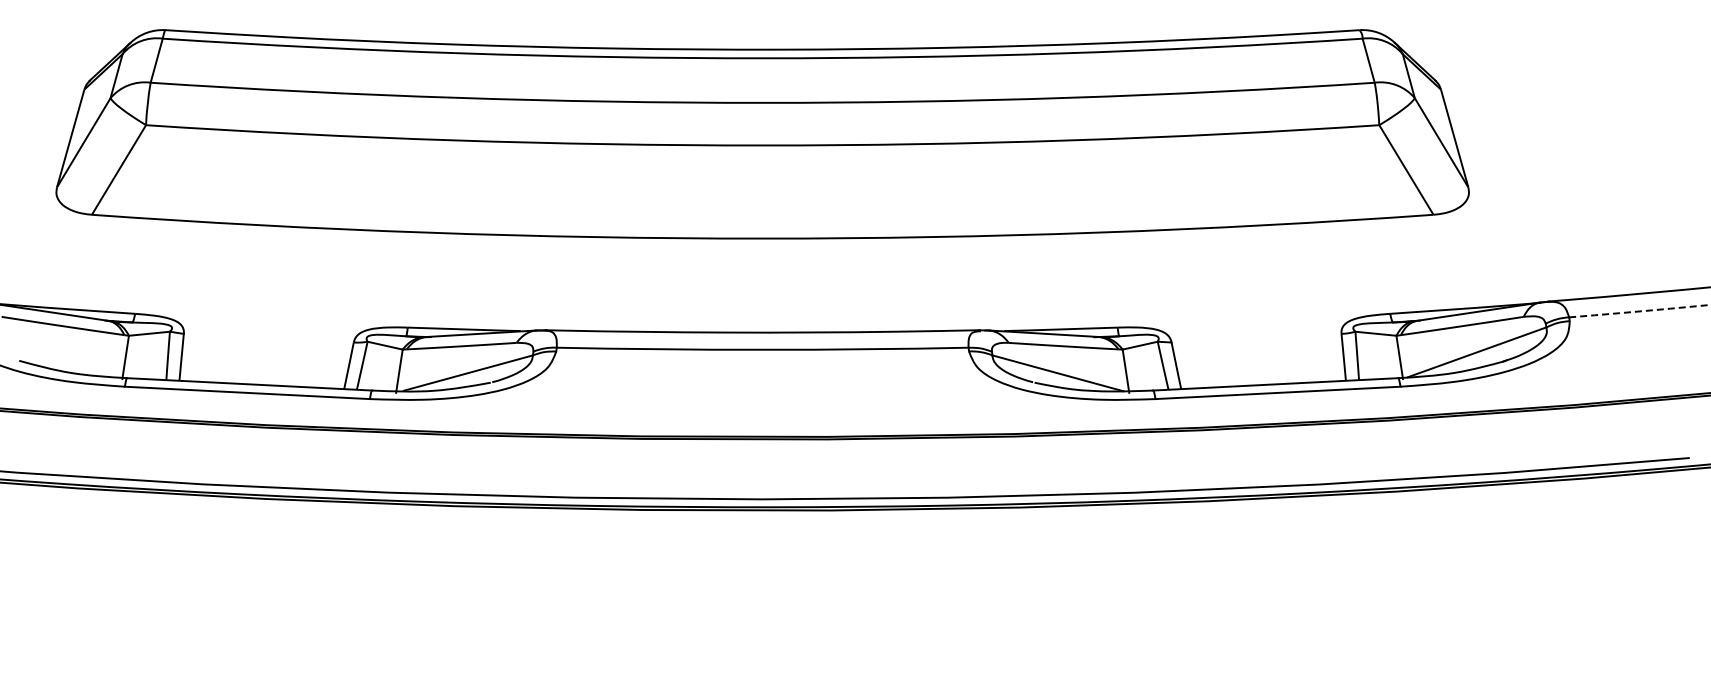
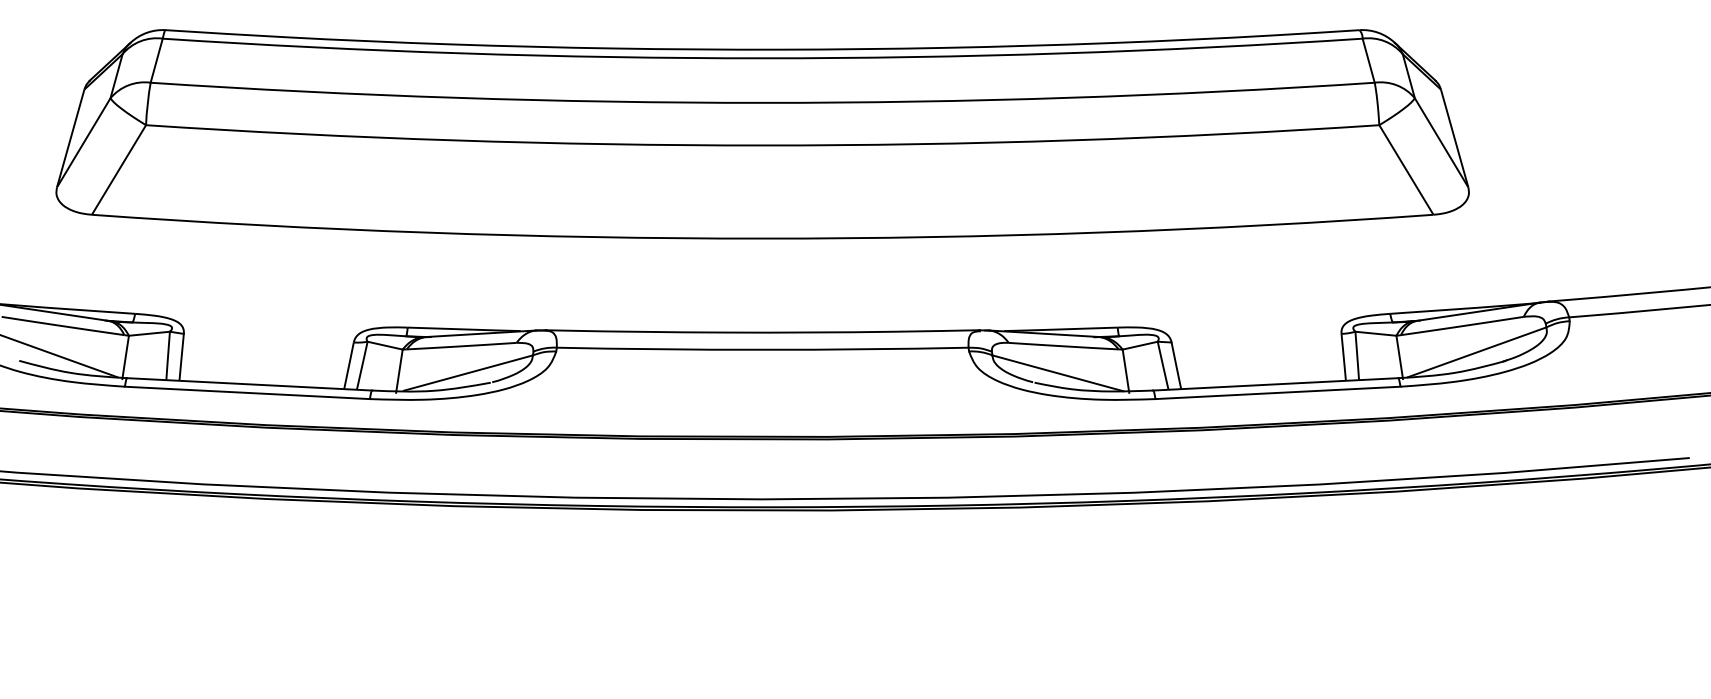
arc at (1640, 311): dashed -> solid
line at (59, 356): none -> present
